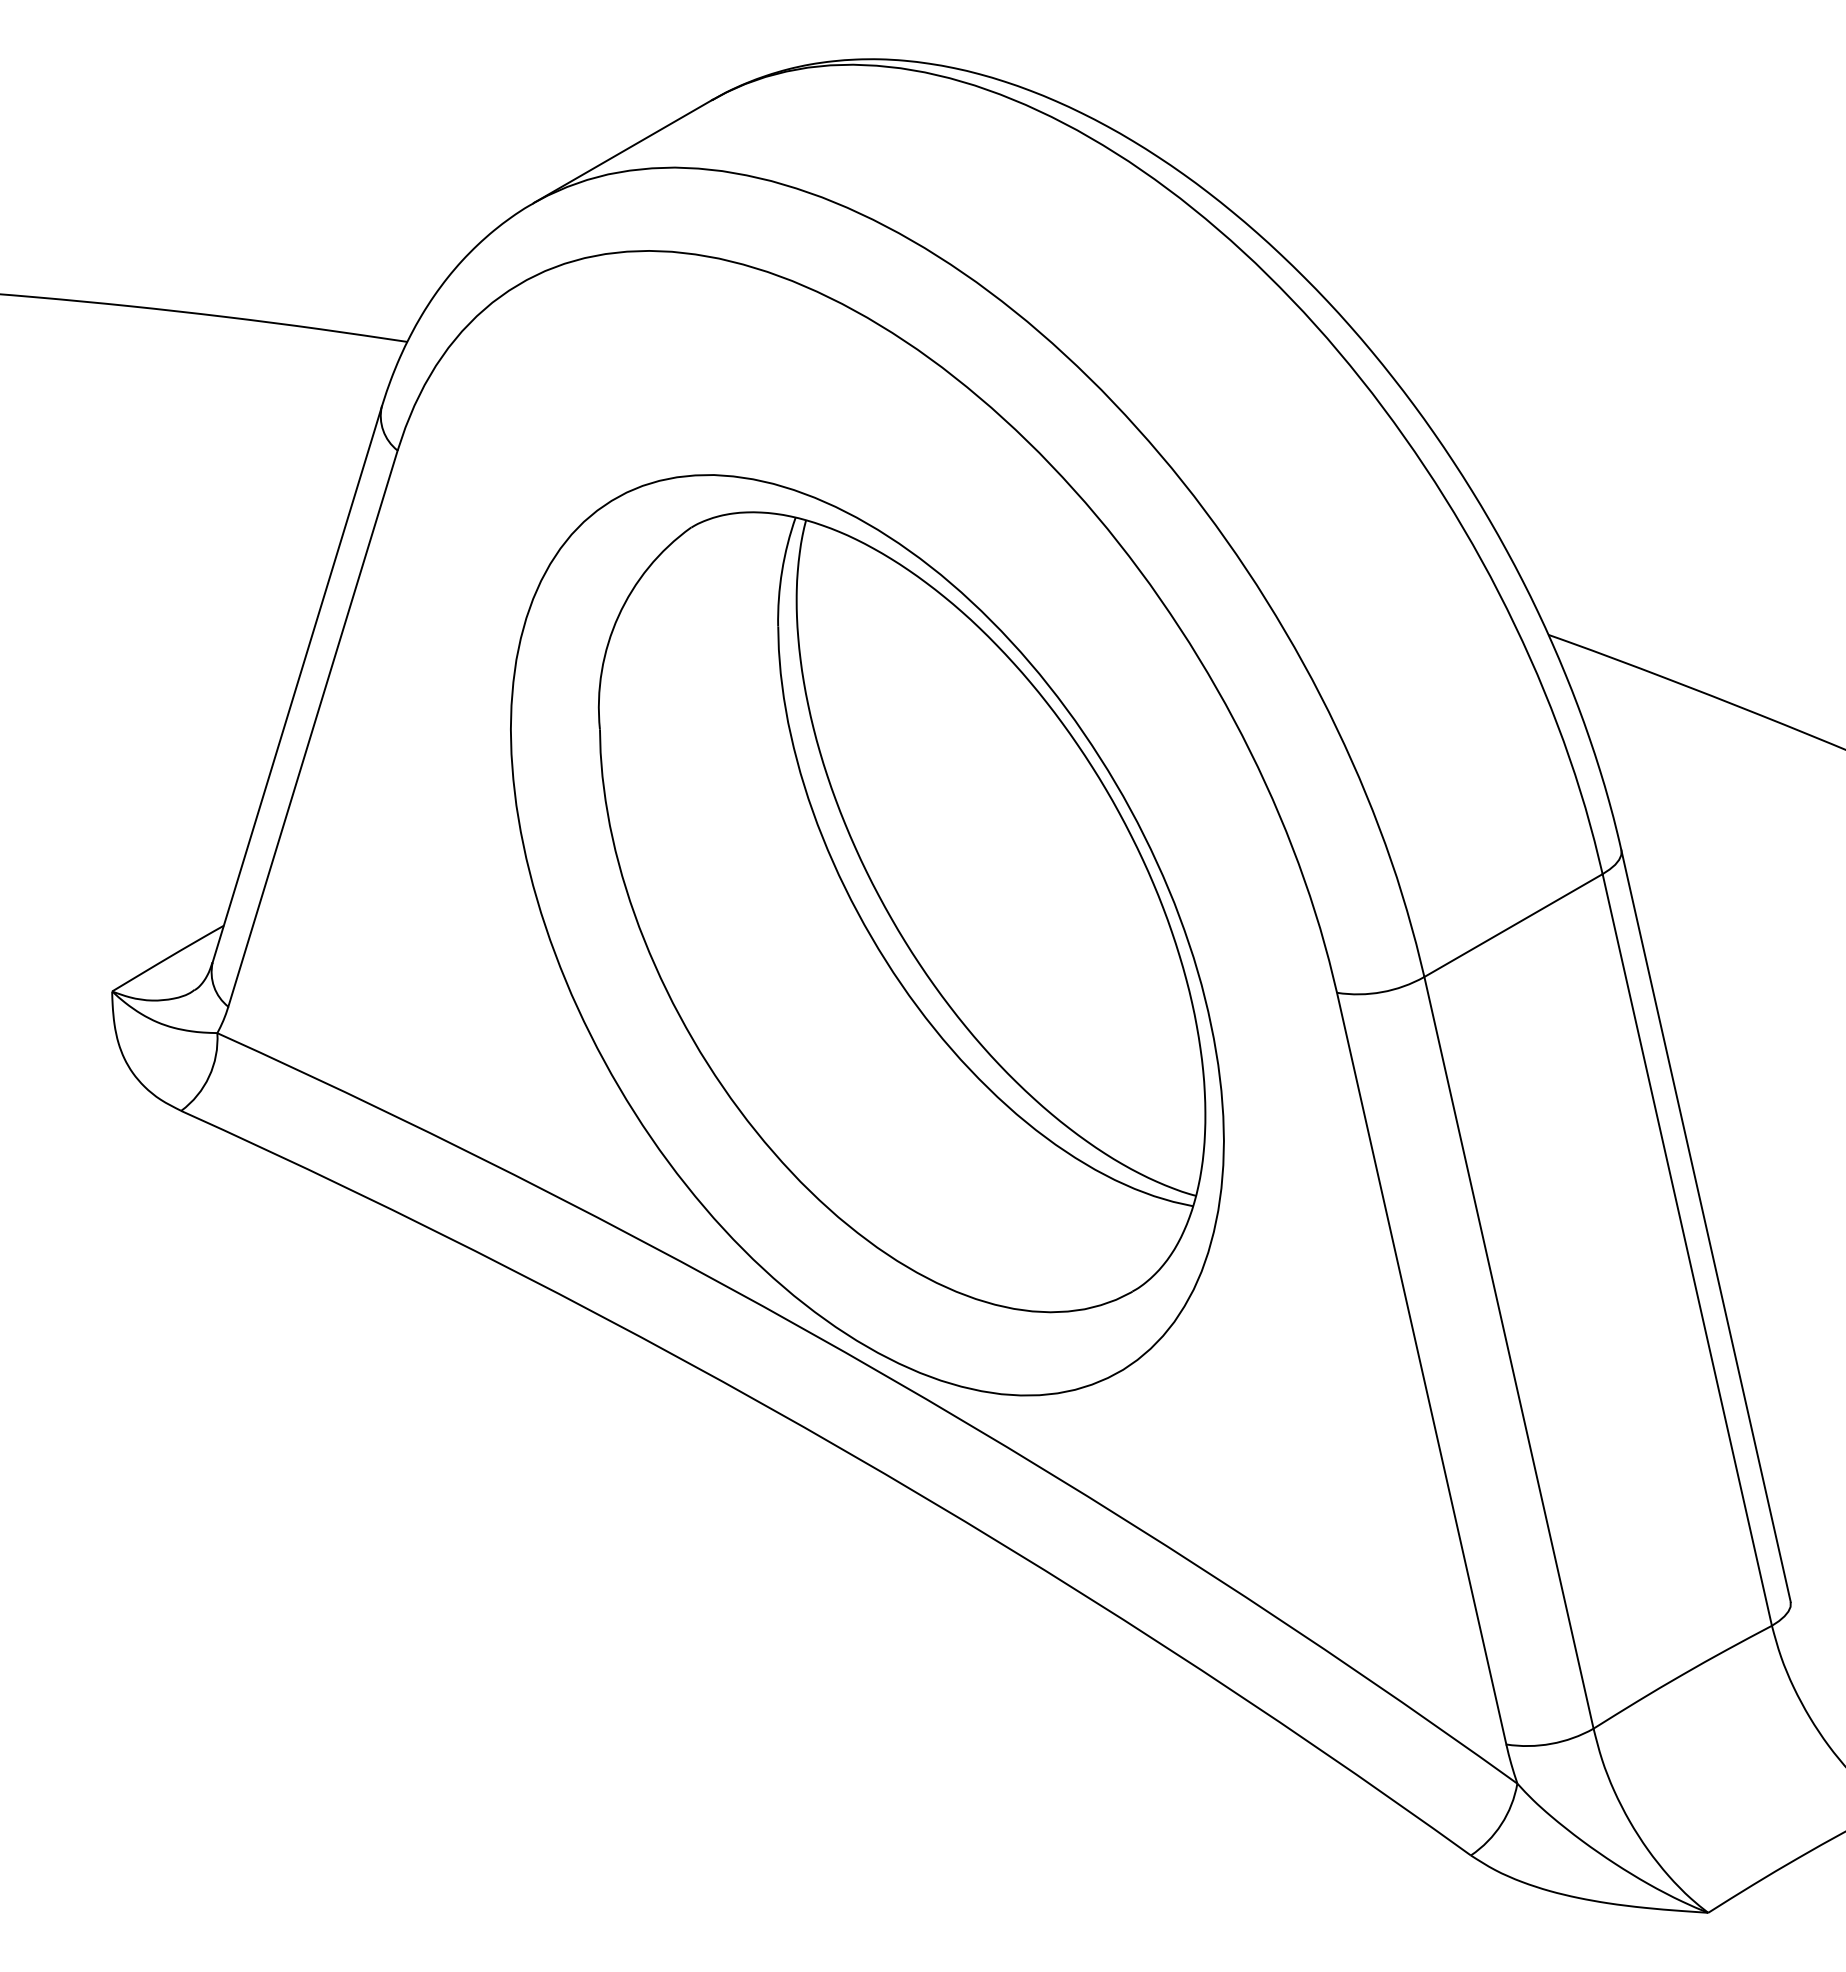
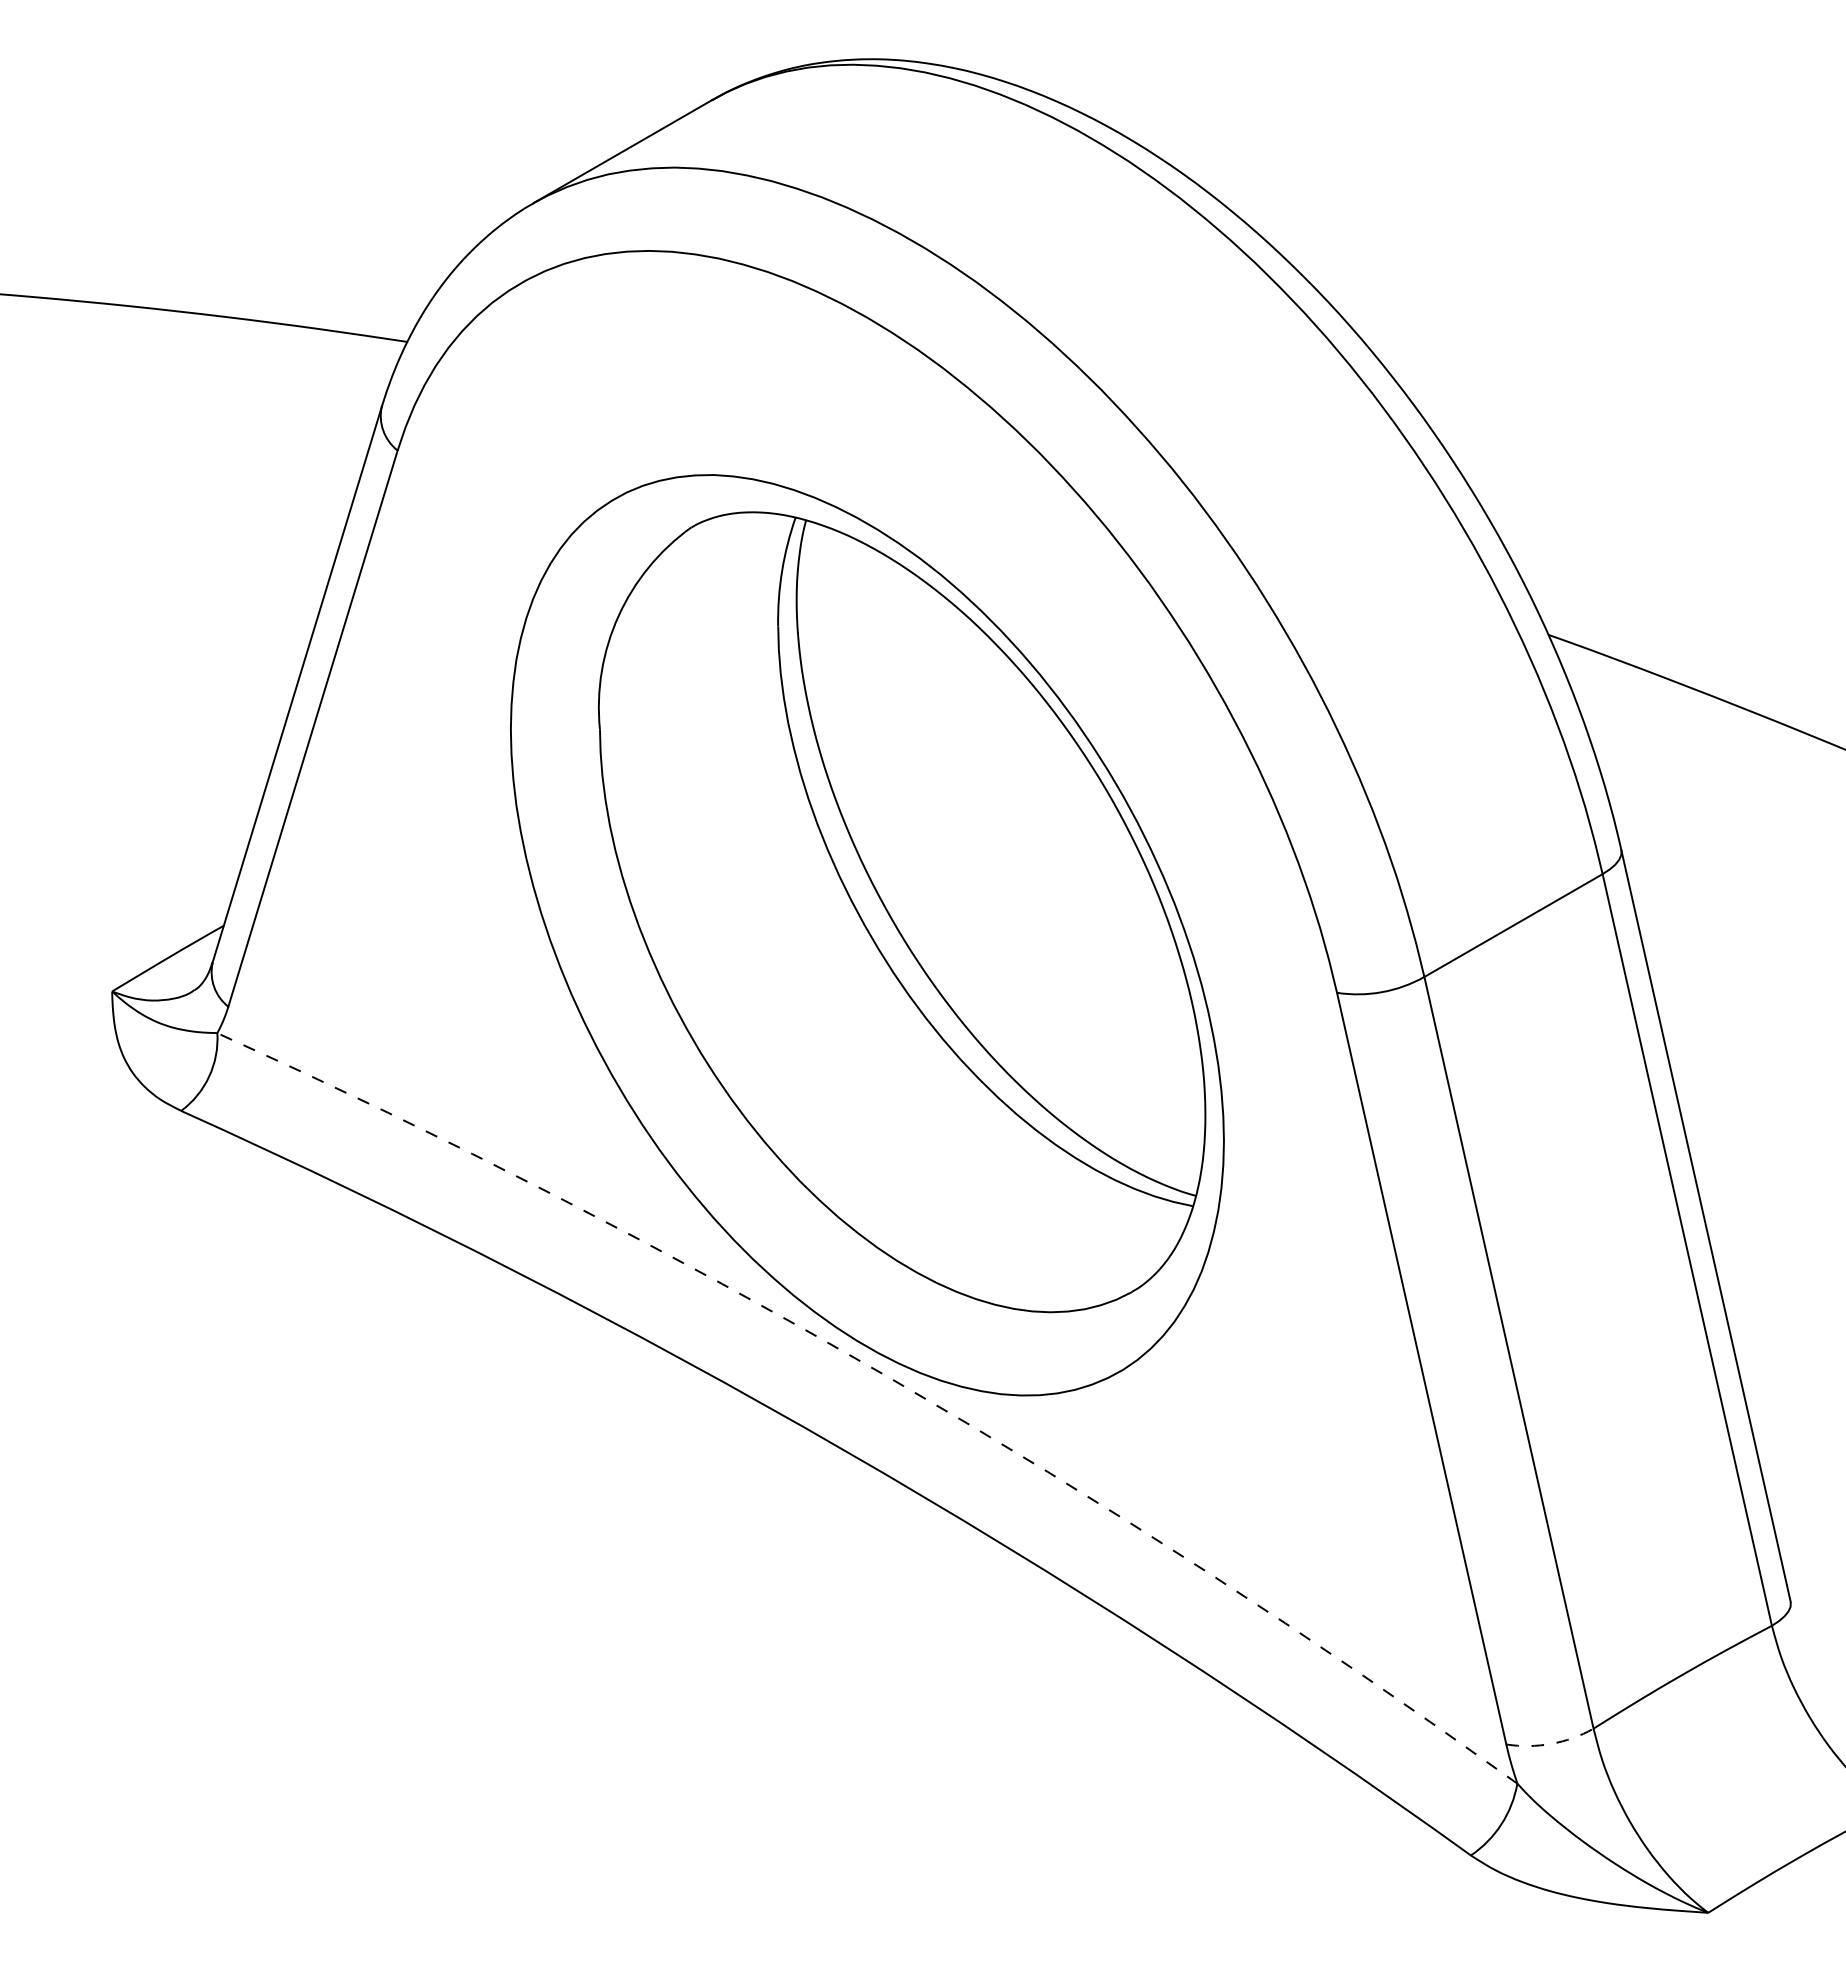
arc at (886, 1375): solid -> dashed
arc at (1551, 1743): solid -> dashed
